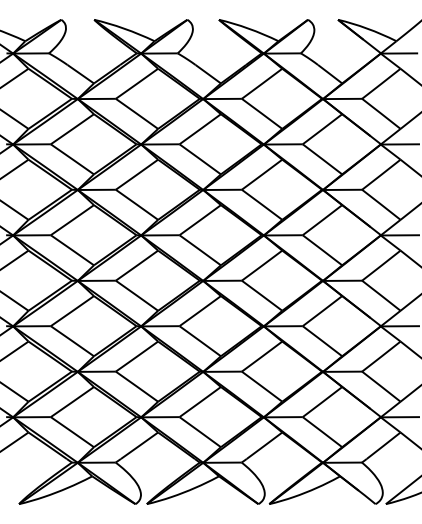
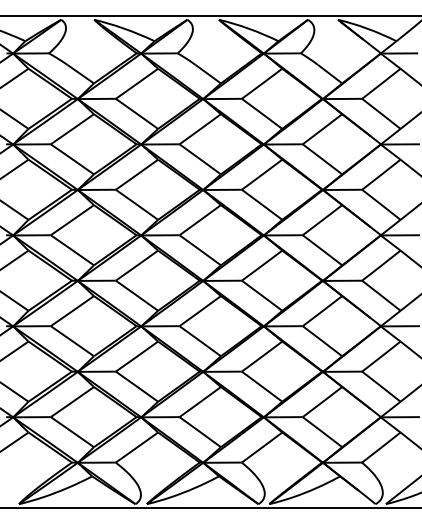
line at (210, 15): none -> present
line at (210, 508): none -> present
